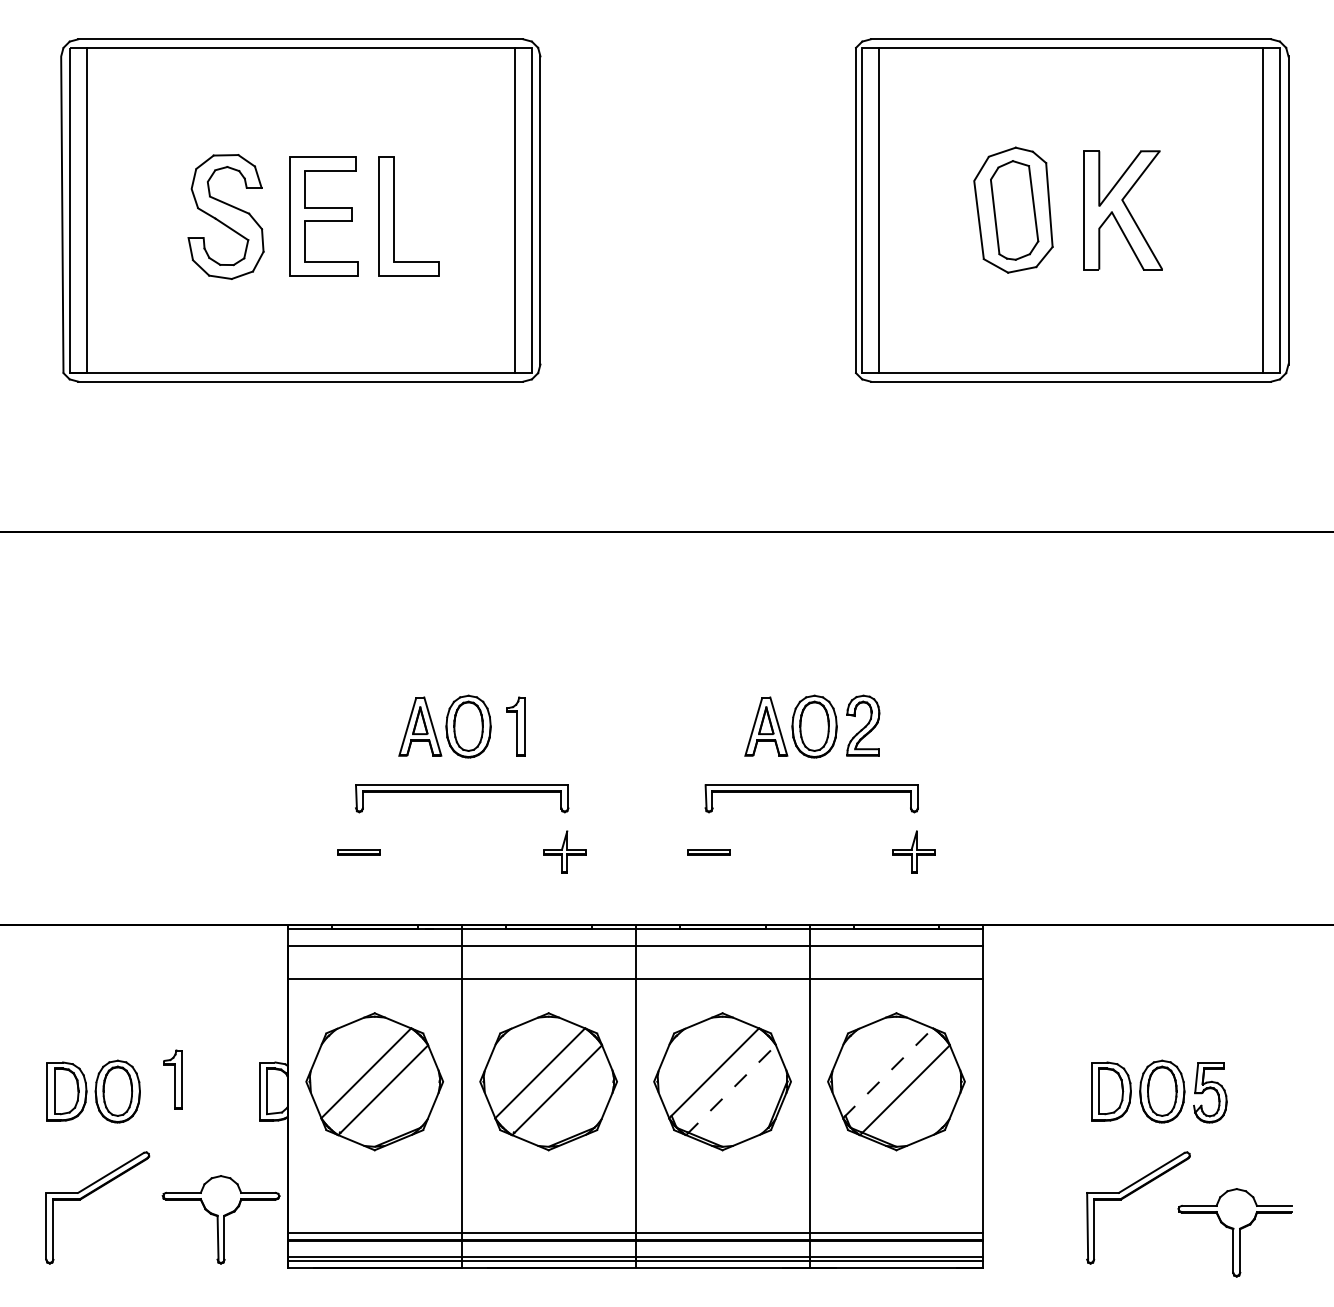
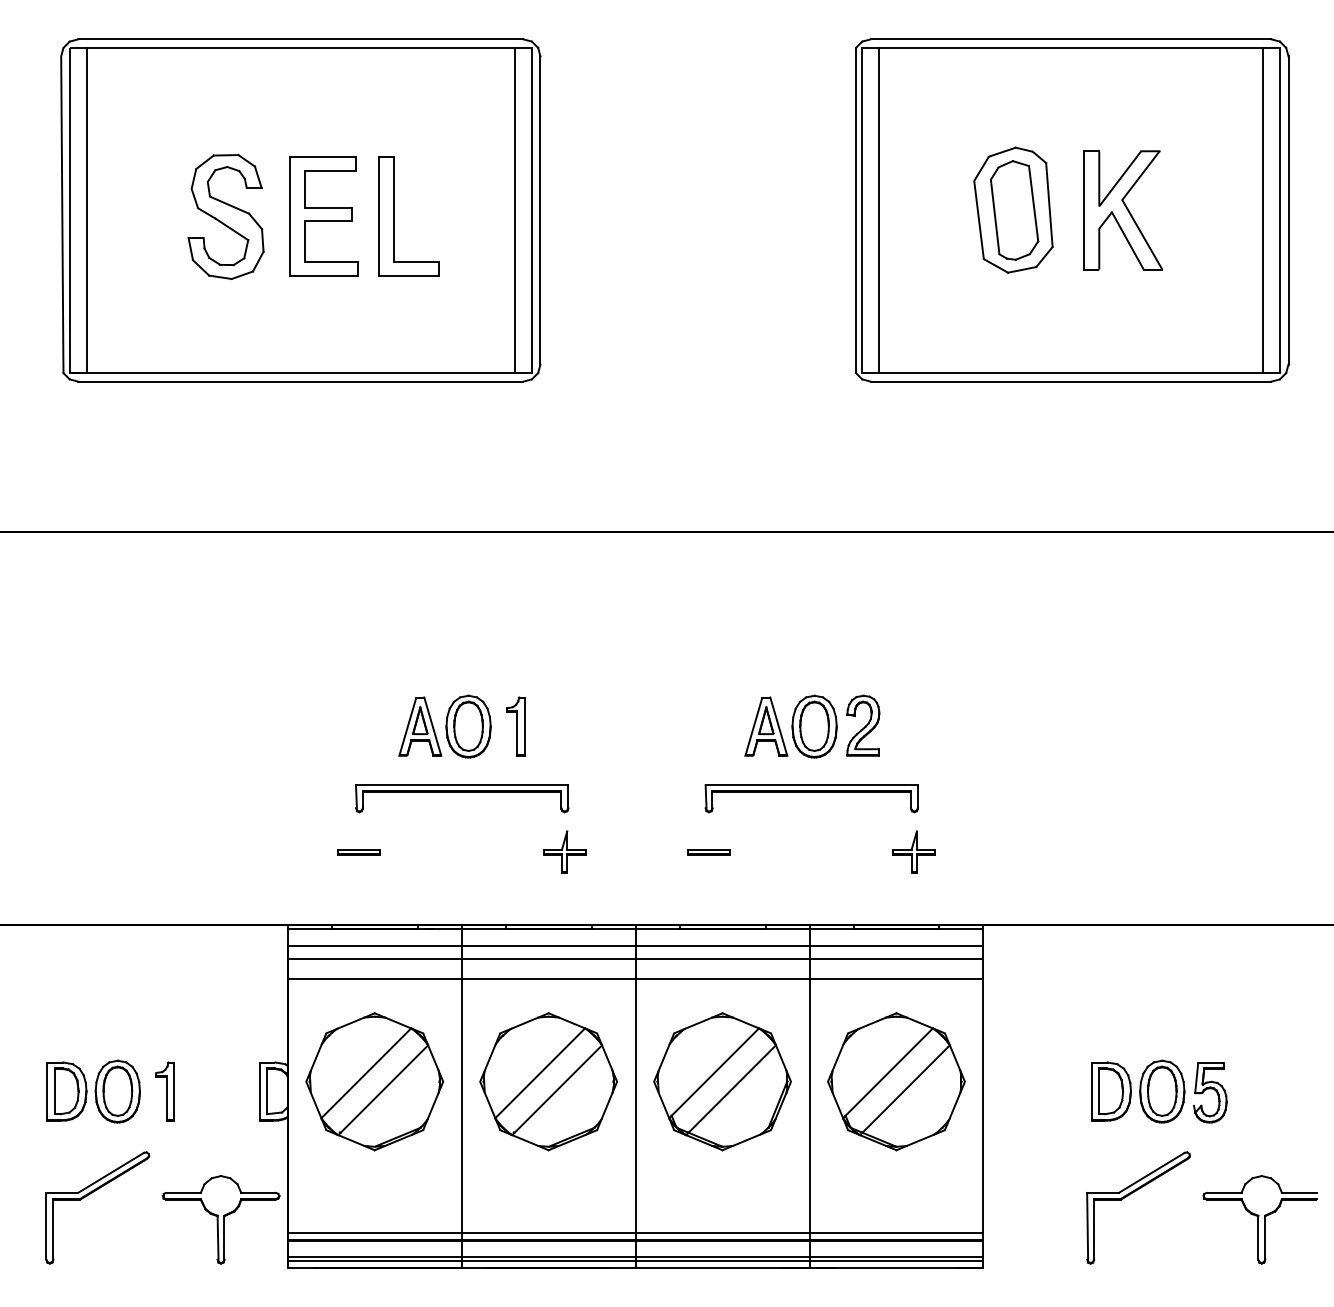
line at (635, 958): none -> present
line at (888, 1073): dashed -> solid
part at (172, 1079) position: (172, 1079) -> (164, 1091)
line at (731, 1090): dashed -> solid
part at (1234, 1232) position: (1234, 1232) -> (1259, 1219)
